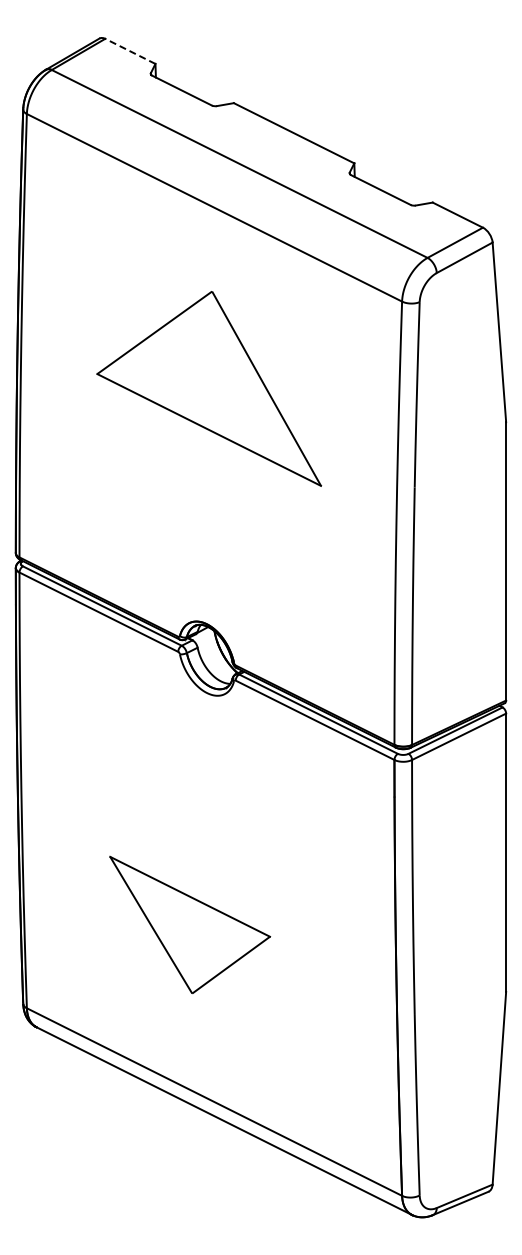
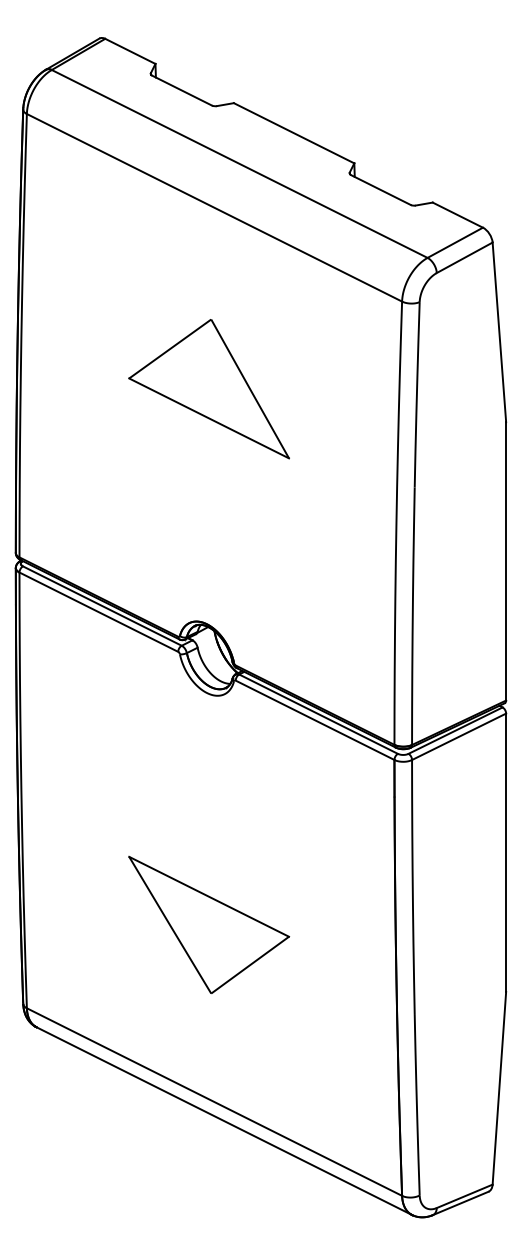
line at (129, 51): dashed -> solid
part at (209, 388) size: 227x196 px -> 162x141 px
part at (190, 924) position: (190, 924) -> (209, 924)
